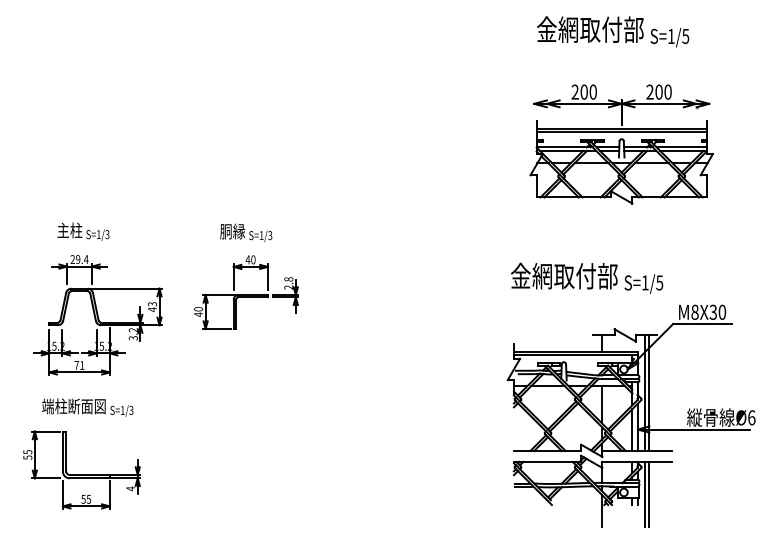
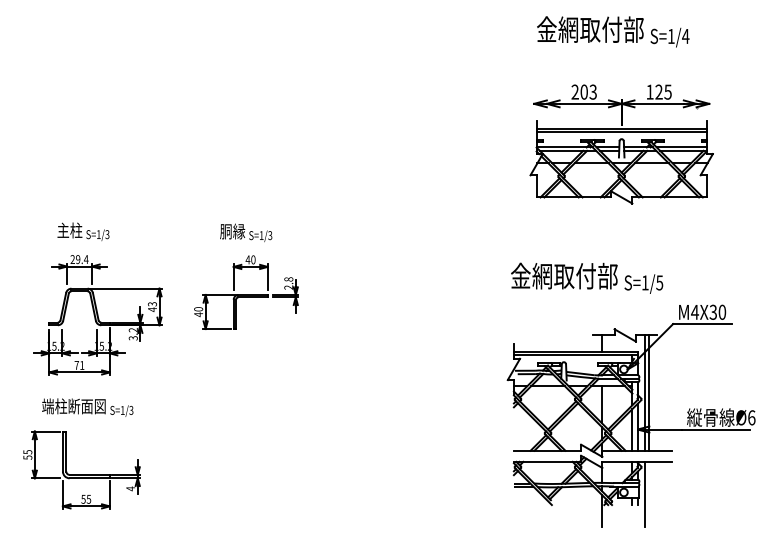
text at (685, 36): S=1/5 -> S=1/4
text at (592, 91): 200 -> 203
text at (658, 91): 200 -> 125
text at (694, 311): M8X30 -> M4X30
line at (648, 493): present -> none
